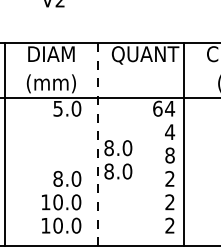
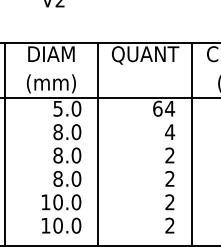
line at (183, 143) position: (183, 143) -> (191, 143)
line at (98, 144): dashed -> solid
text at (169, 155): 8 -> 2
text at (118, 159) position: (118, 159) -> (67, 143)
